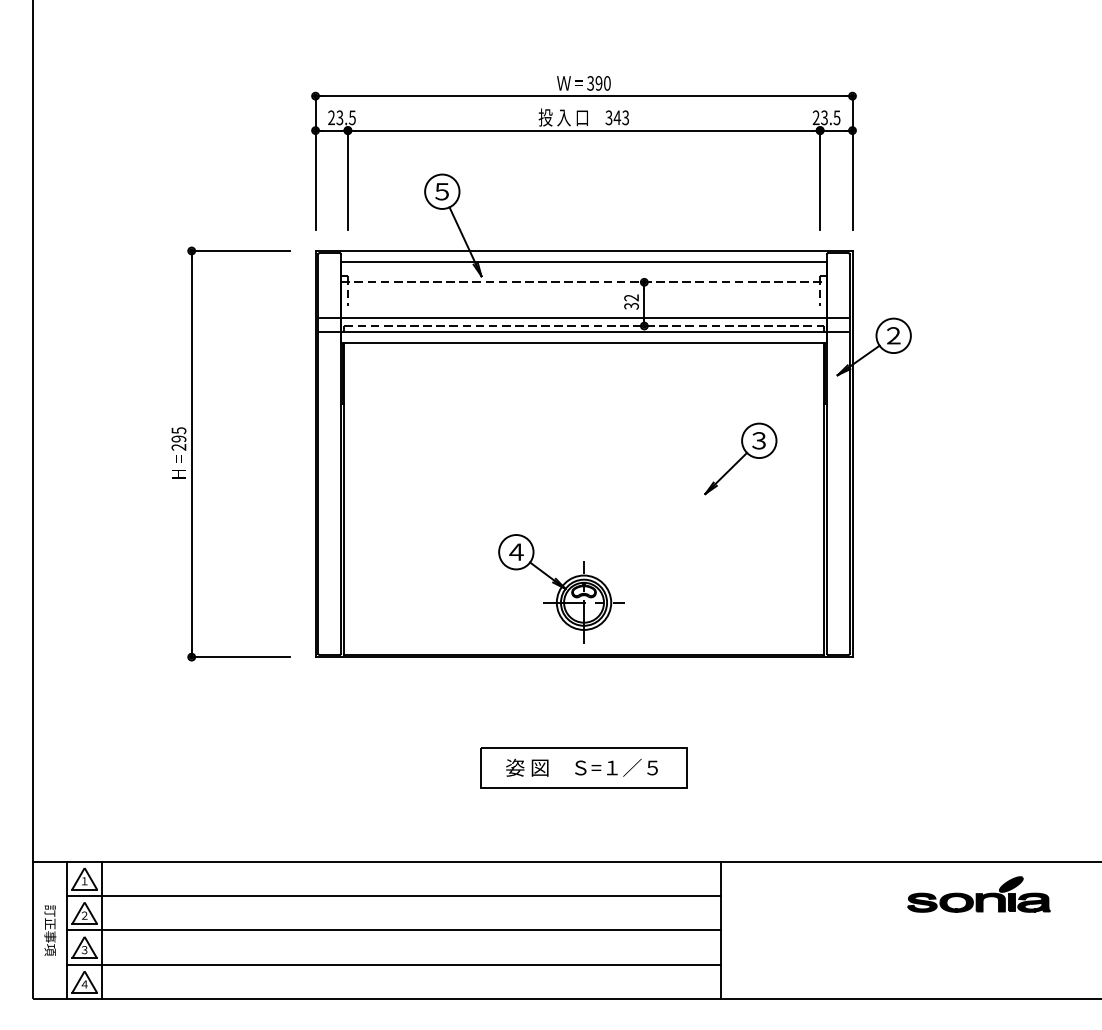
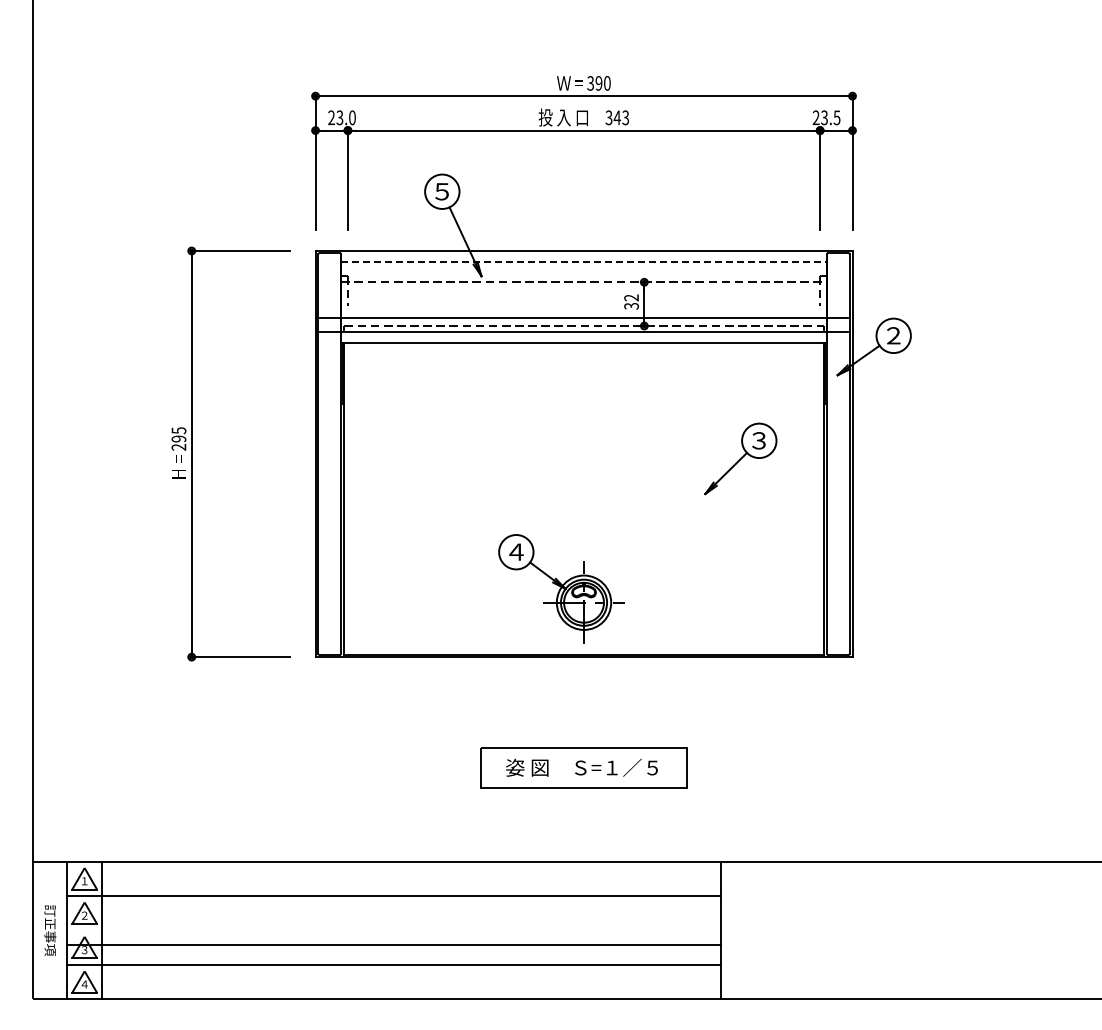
text at (351, 117): 23.5 -> 23.0
line at (584, 262): solid -> dashed
part at (978, 894): present -> none
line at (394, 930) position: (394, 930) -> (394, 945)
